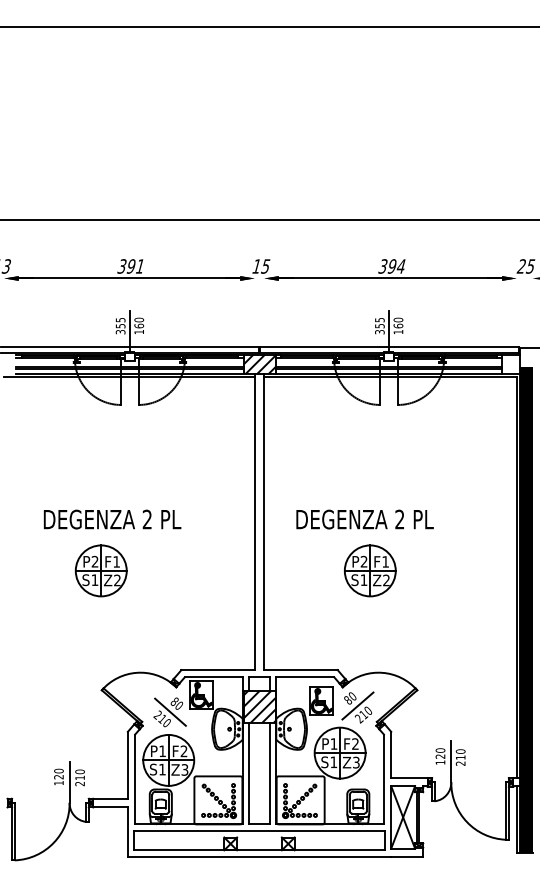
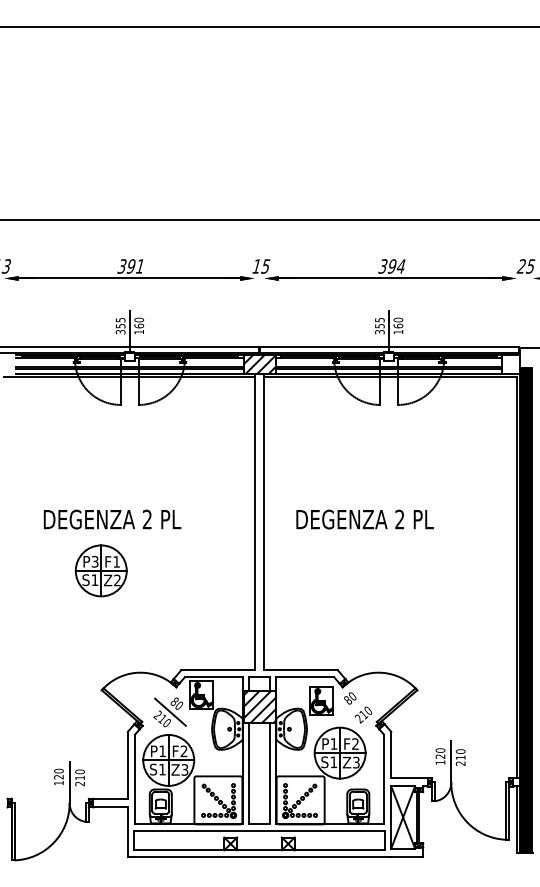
text at (94, 561): P2 -> P3
part at (370, 570): present -> none
line at (357, 705): present -> none
